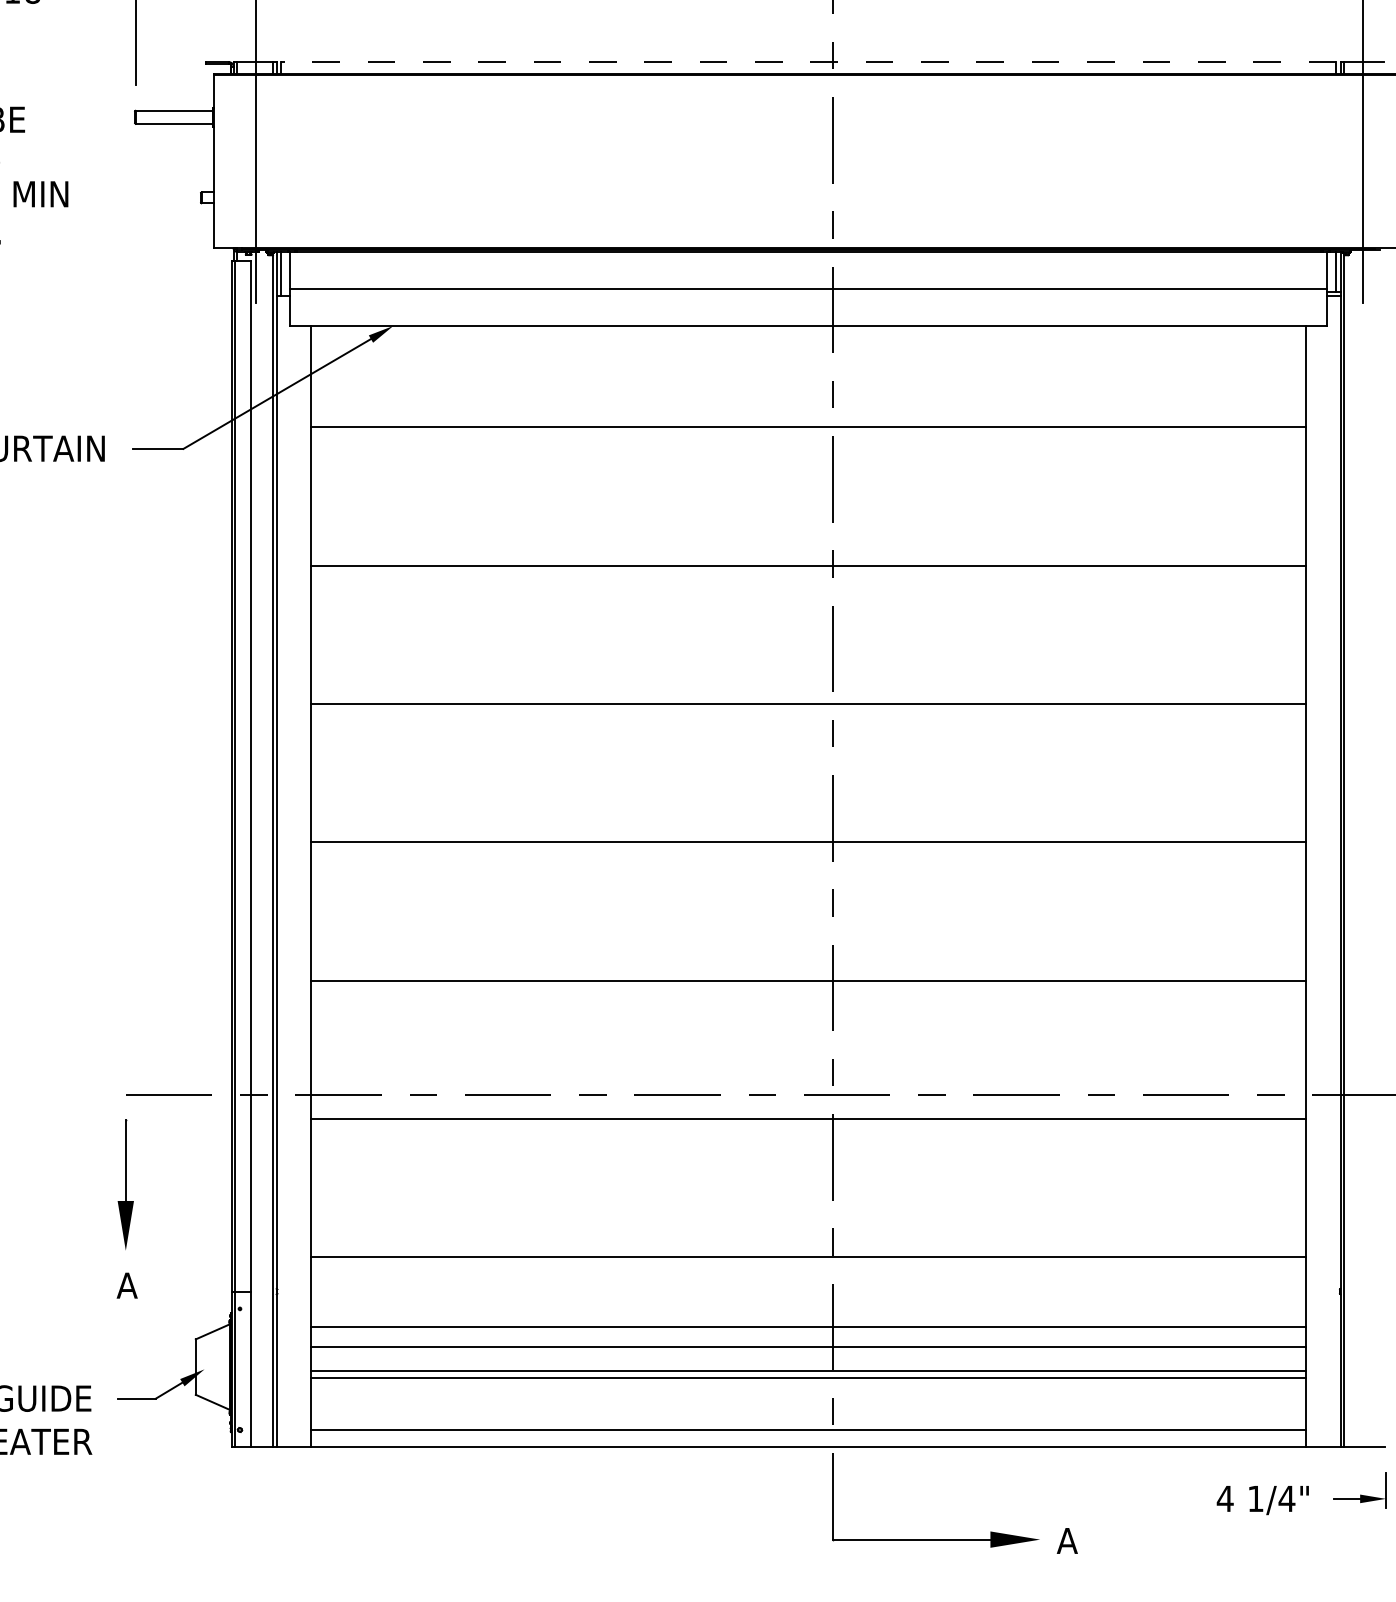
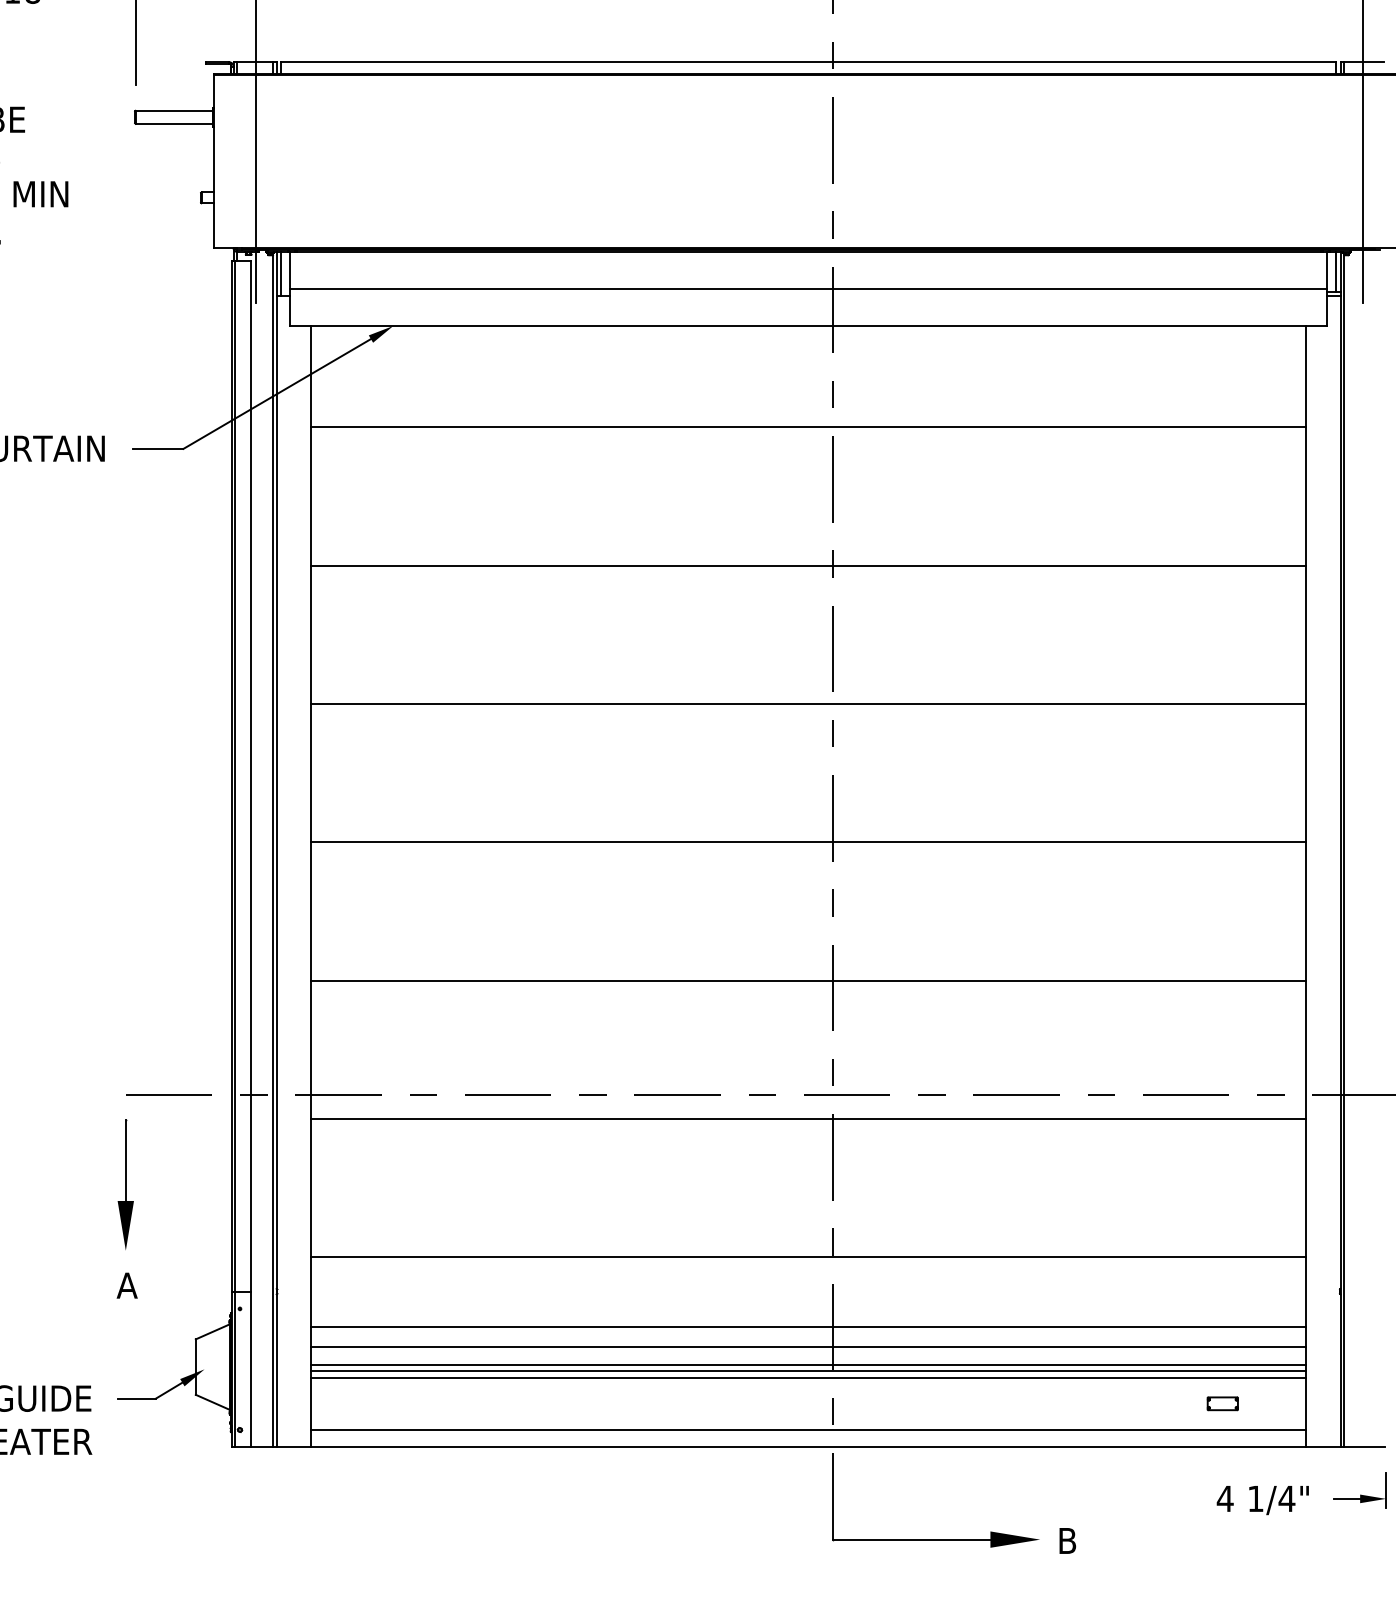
line at (808, 61): dashed -> solid
line at (808, 1364): none -> present
part at (1222, 1403): none -> present
text at (1066, 1540): A -> B
